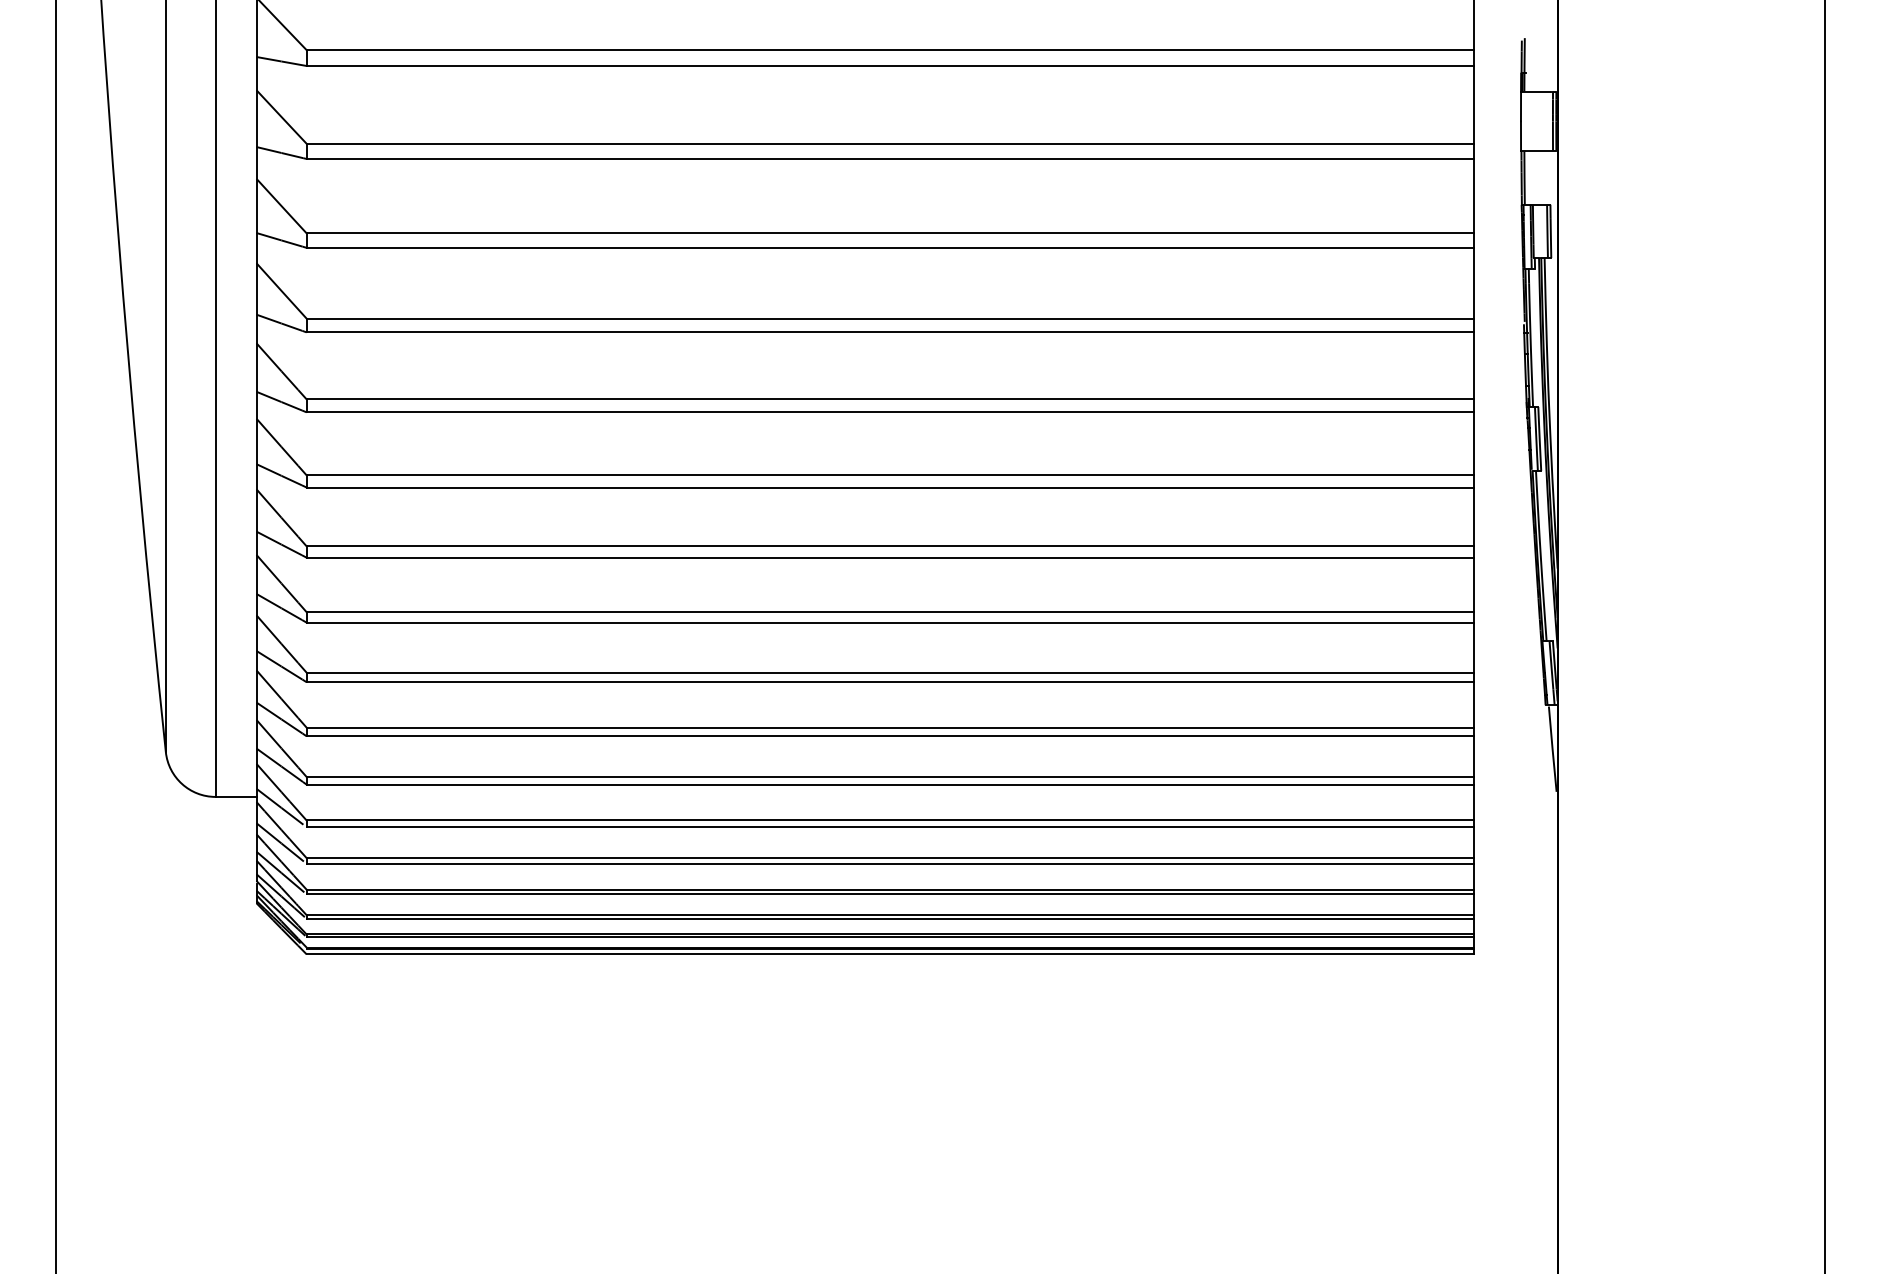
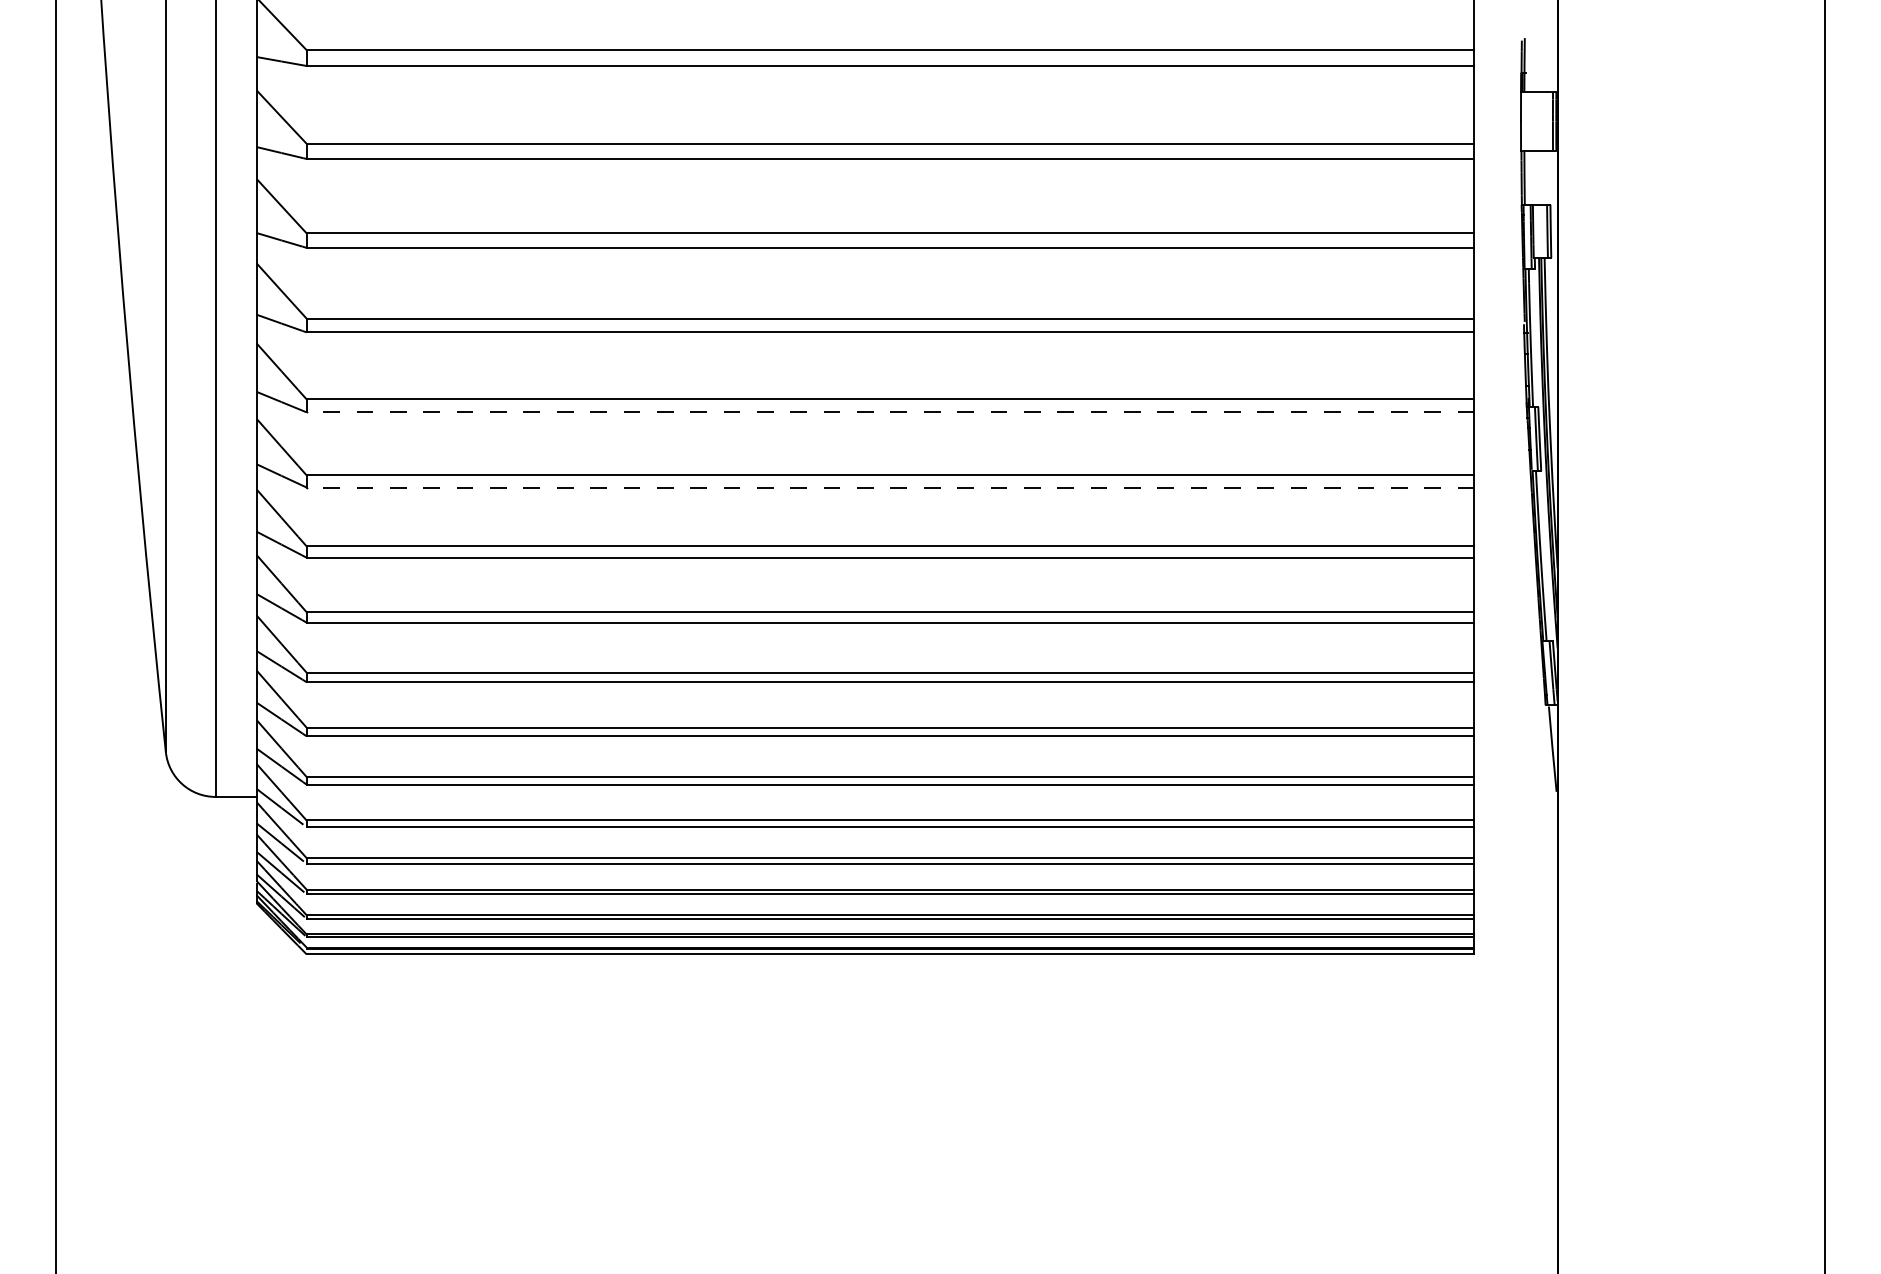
line at (890, 412): solid -> dashed
line at (890, 487): solid -> dashed
